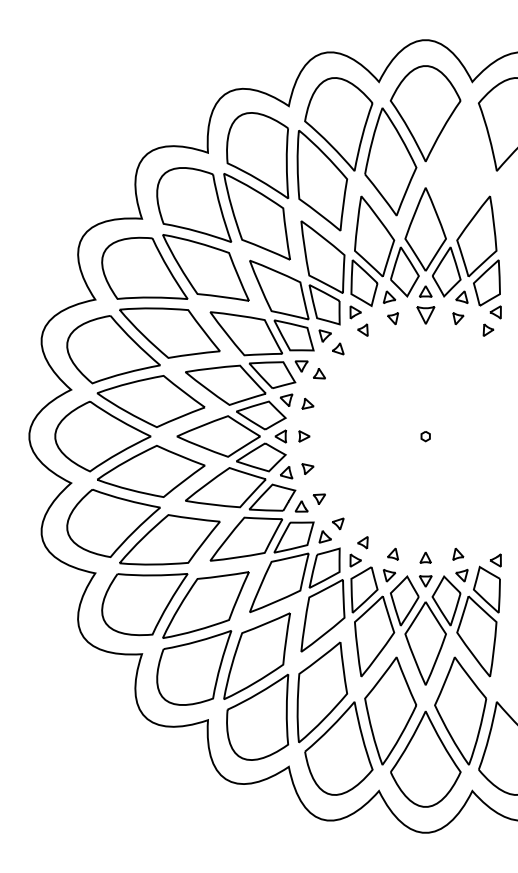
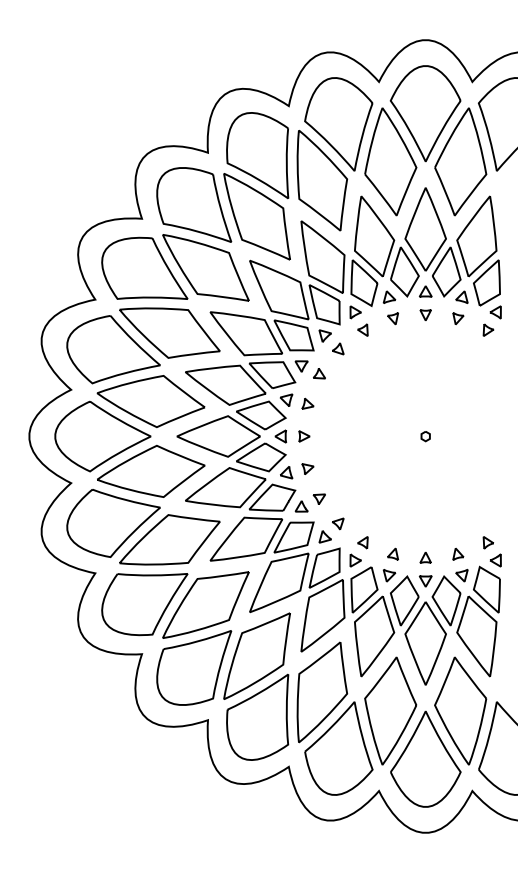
part at (460, 161): none -> present
part at (425, 315) size: 20x19 px -> 13x12 px
part at (487, 542): none -> present
